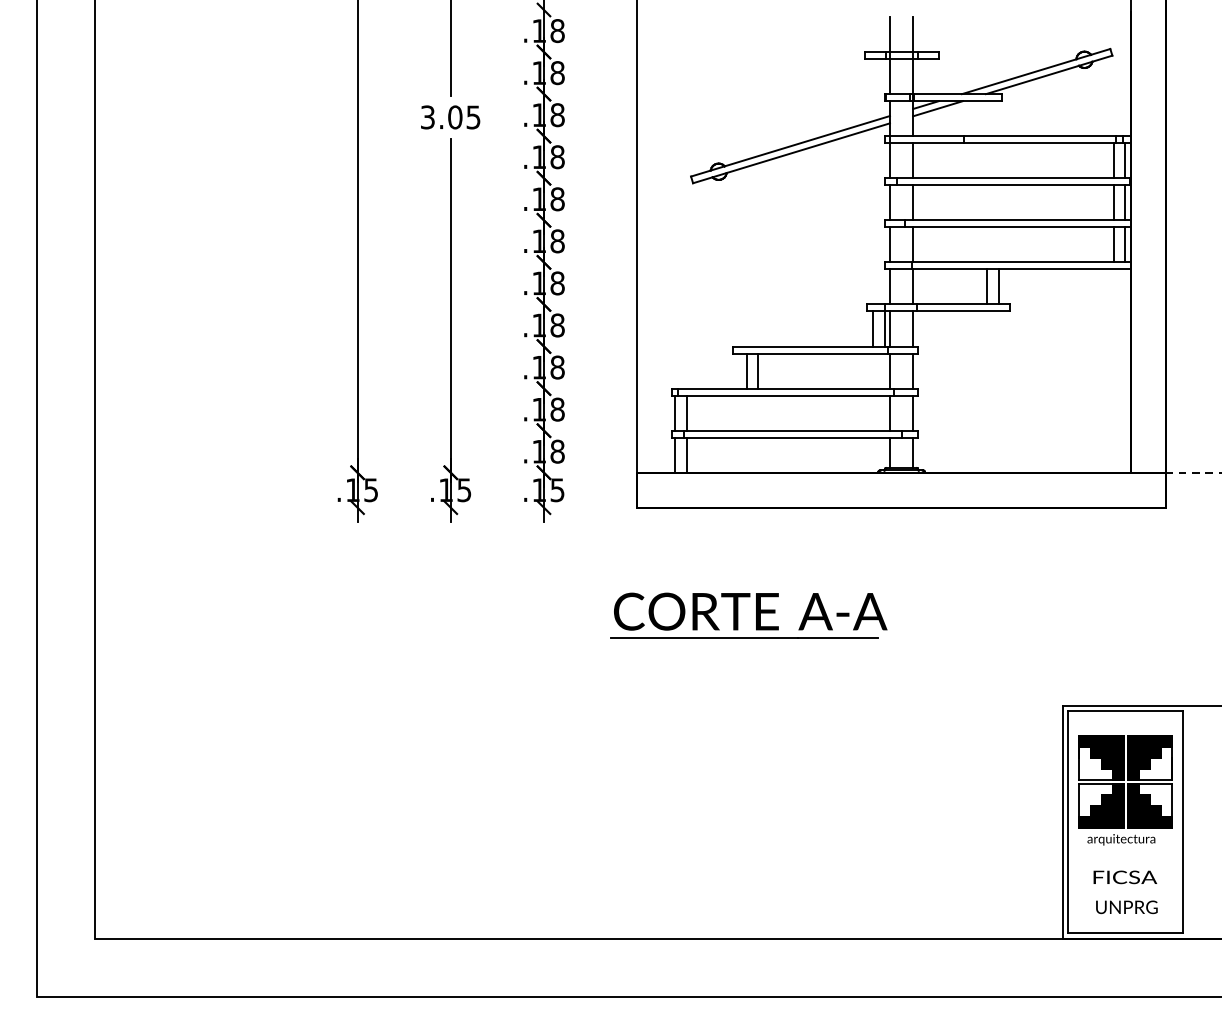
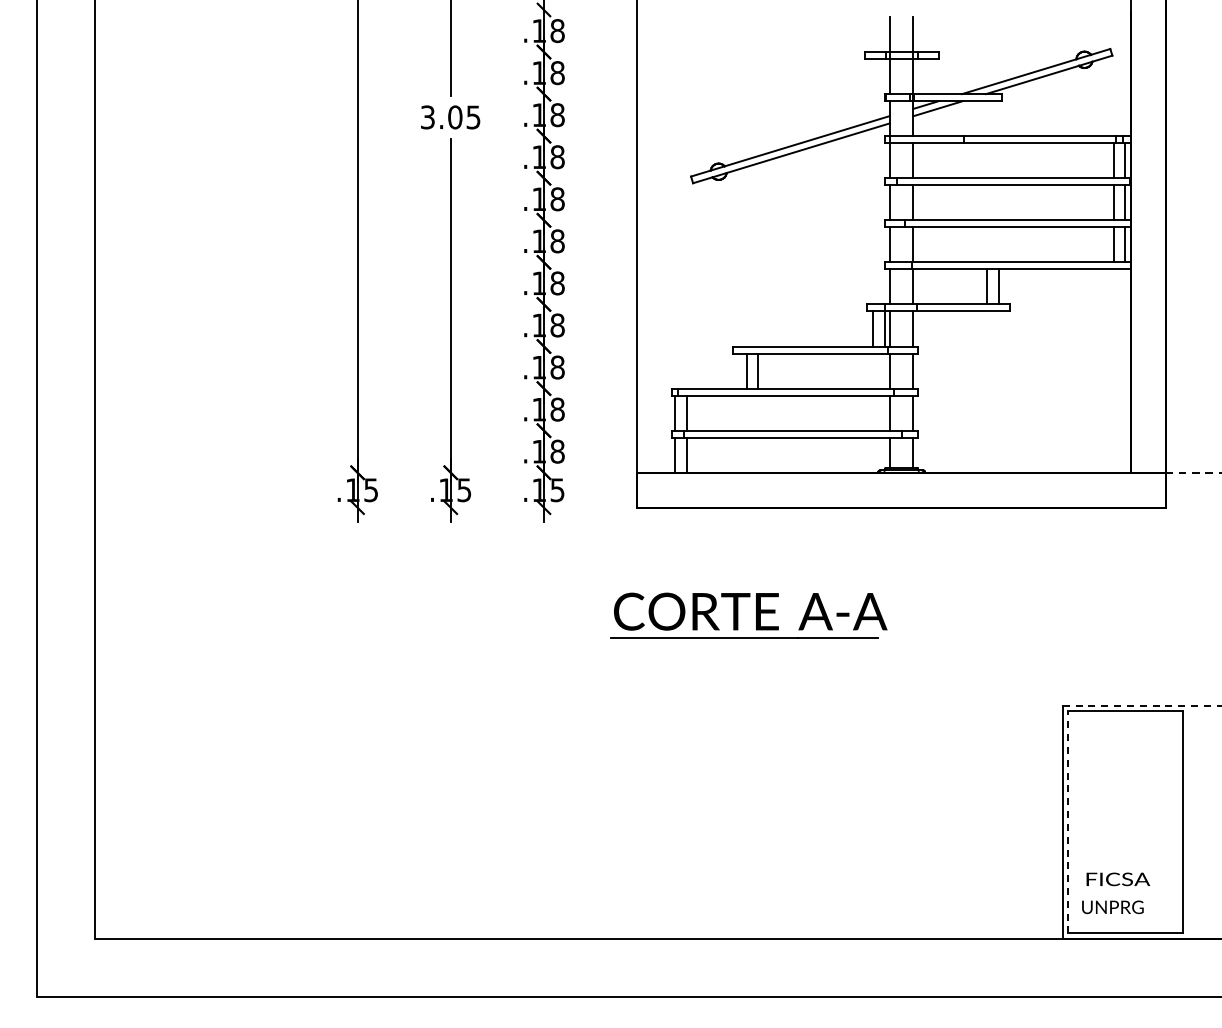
line at (1142, 705): solid -> dashed
part at (1125, 790): present -> none
line at (1067, 821): solid -> dashed
text at (1125, 877) position: (1125, 877) -> (1118, 879)
text at (1126, 907) position: (1126, 907) -> (1112, 907)
